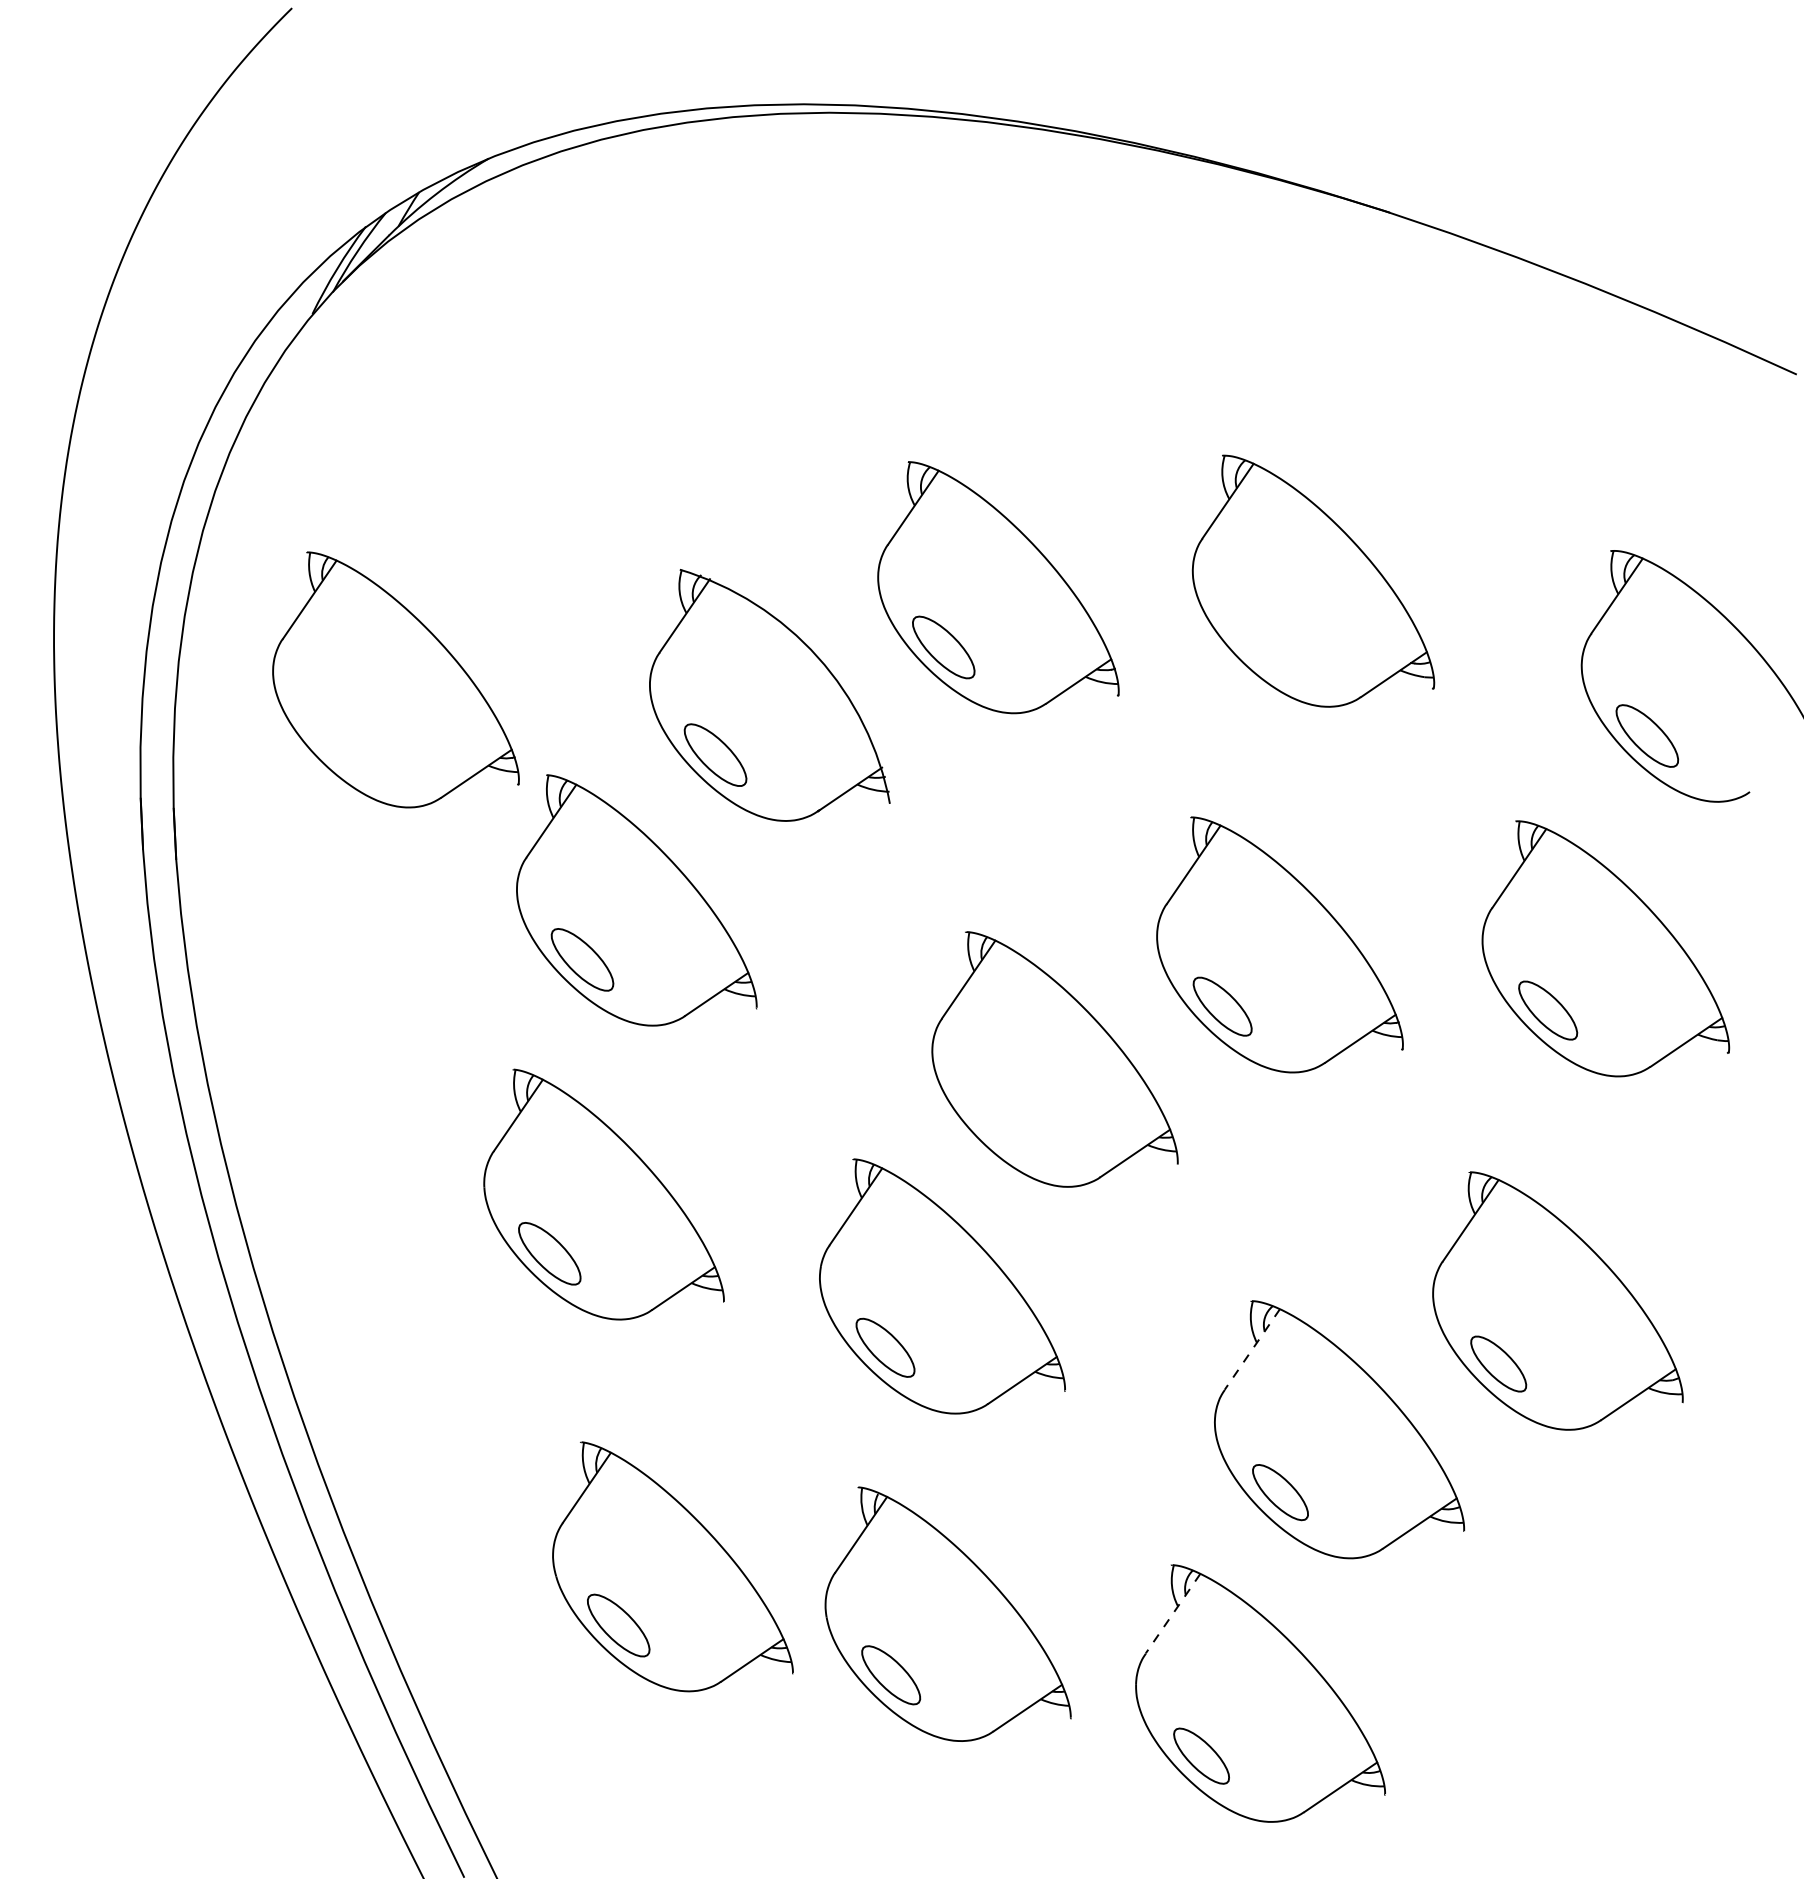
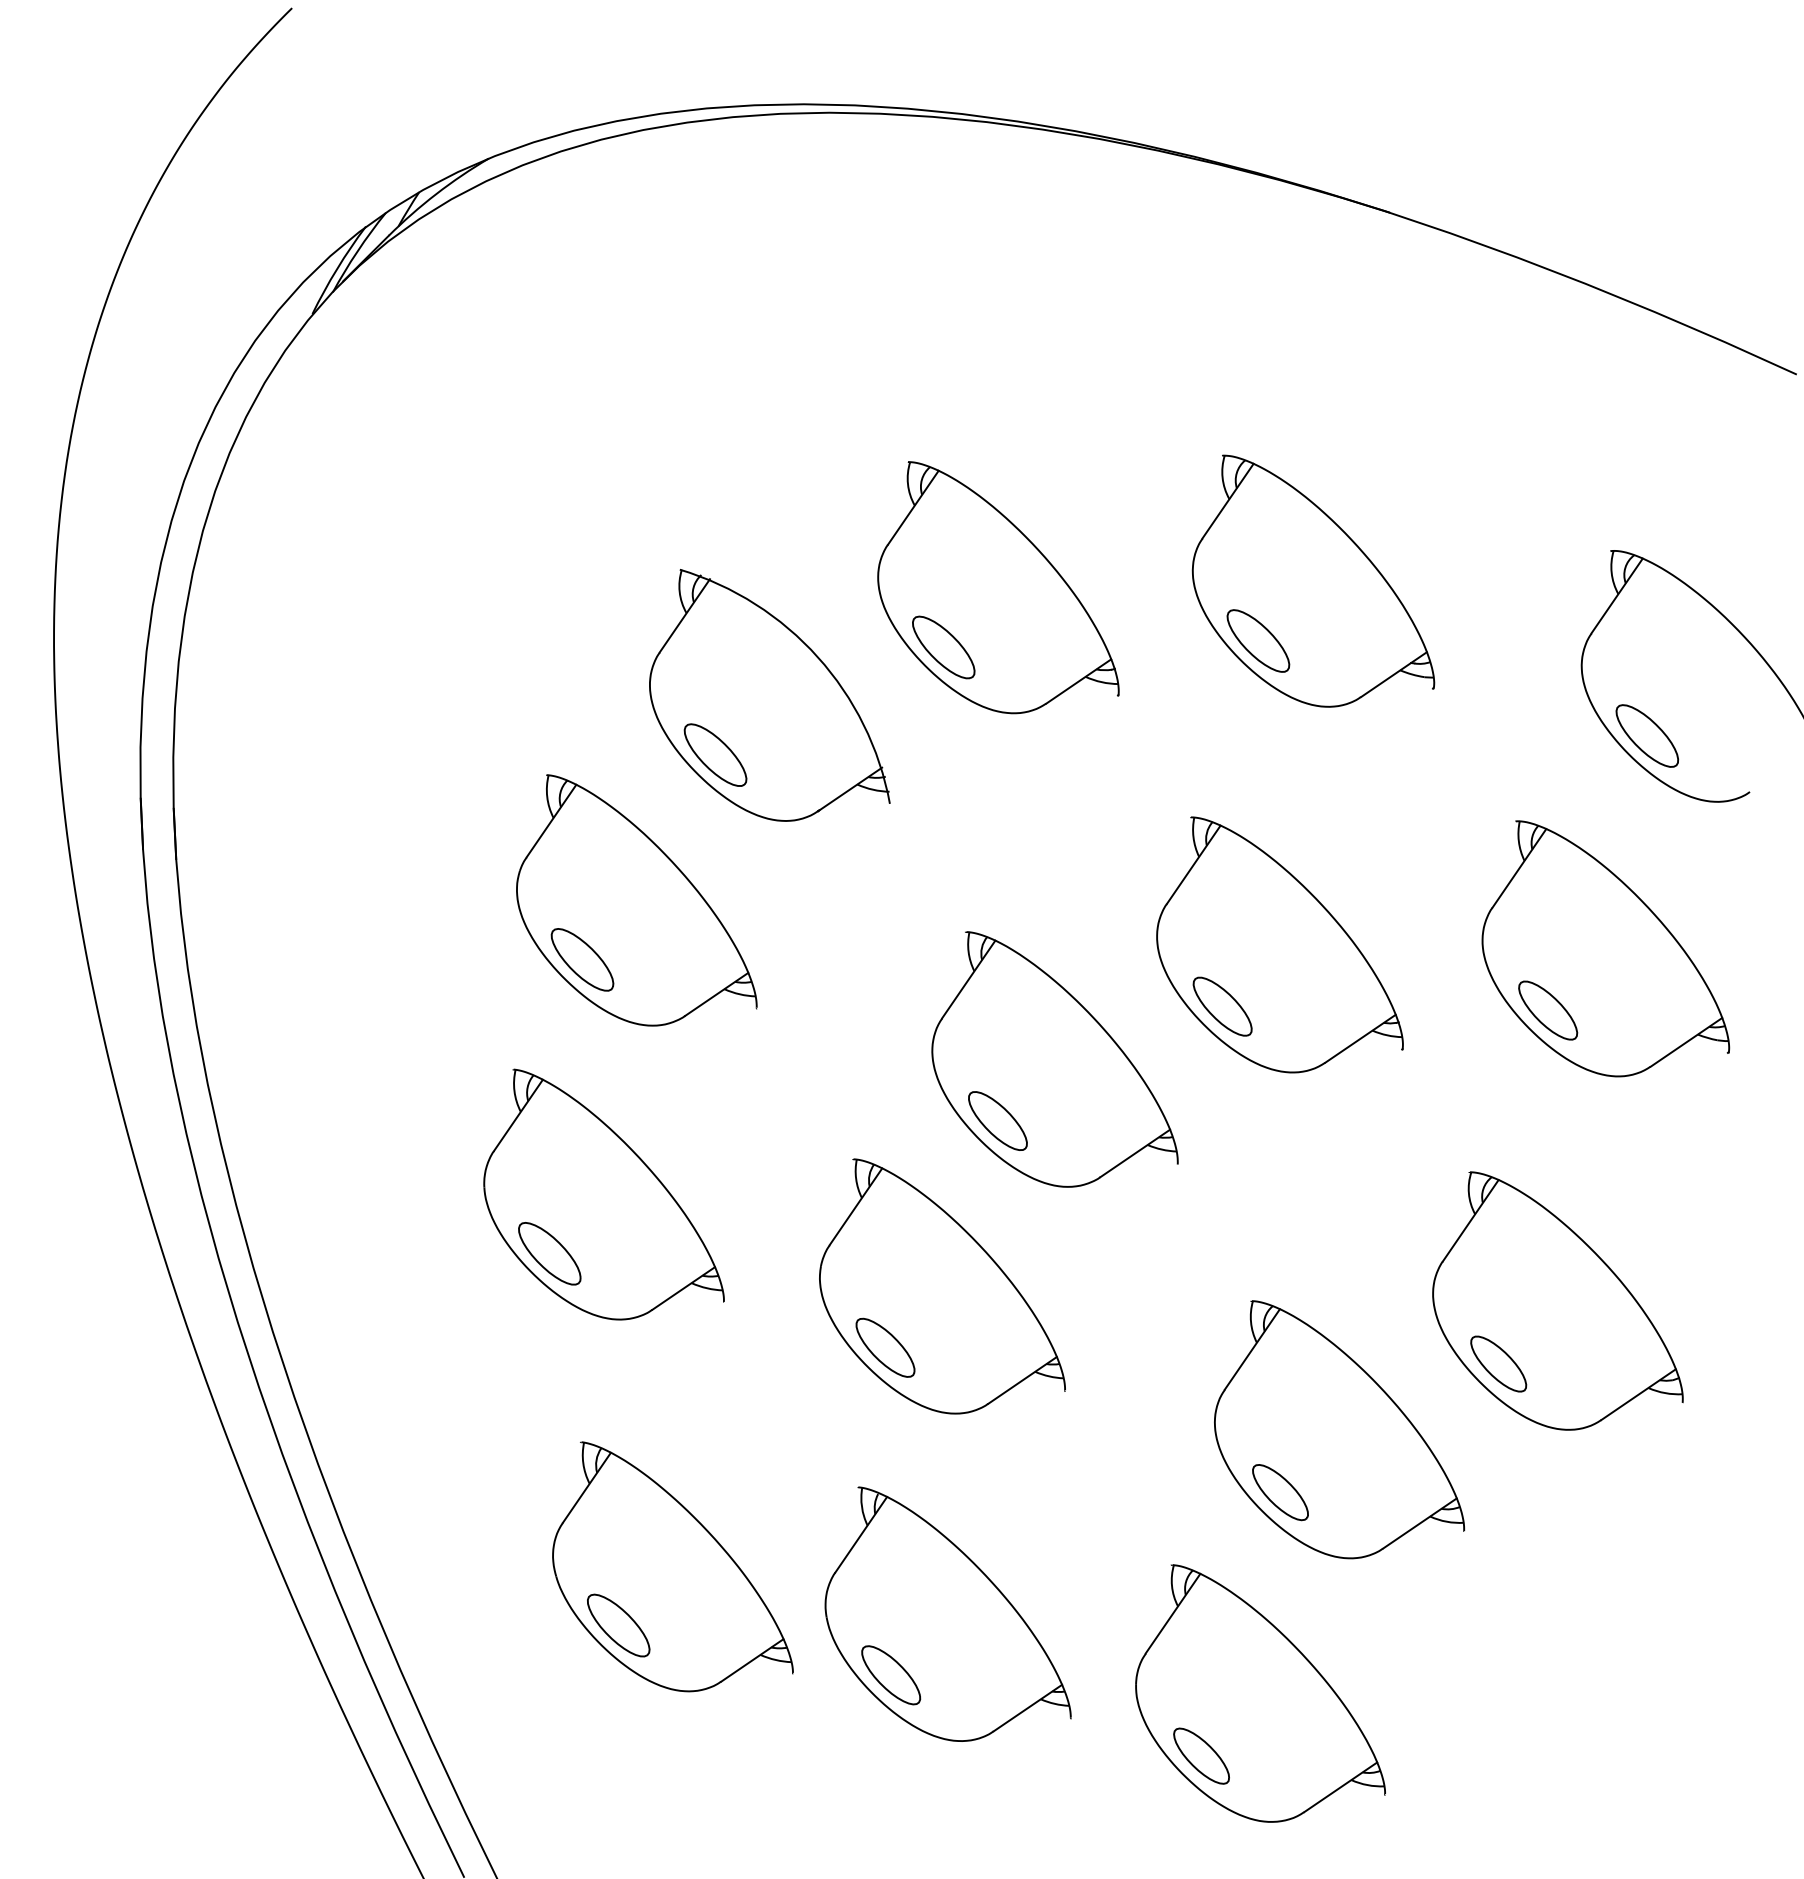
part at (1258, 640): none -> present
part at (395, 679): present -> none
part at (997, 1120): none -> present
line at (1252, 1349): dashed -> solid
line at (1172, 1614): dashed -> solid
